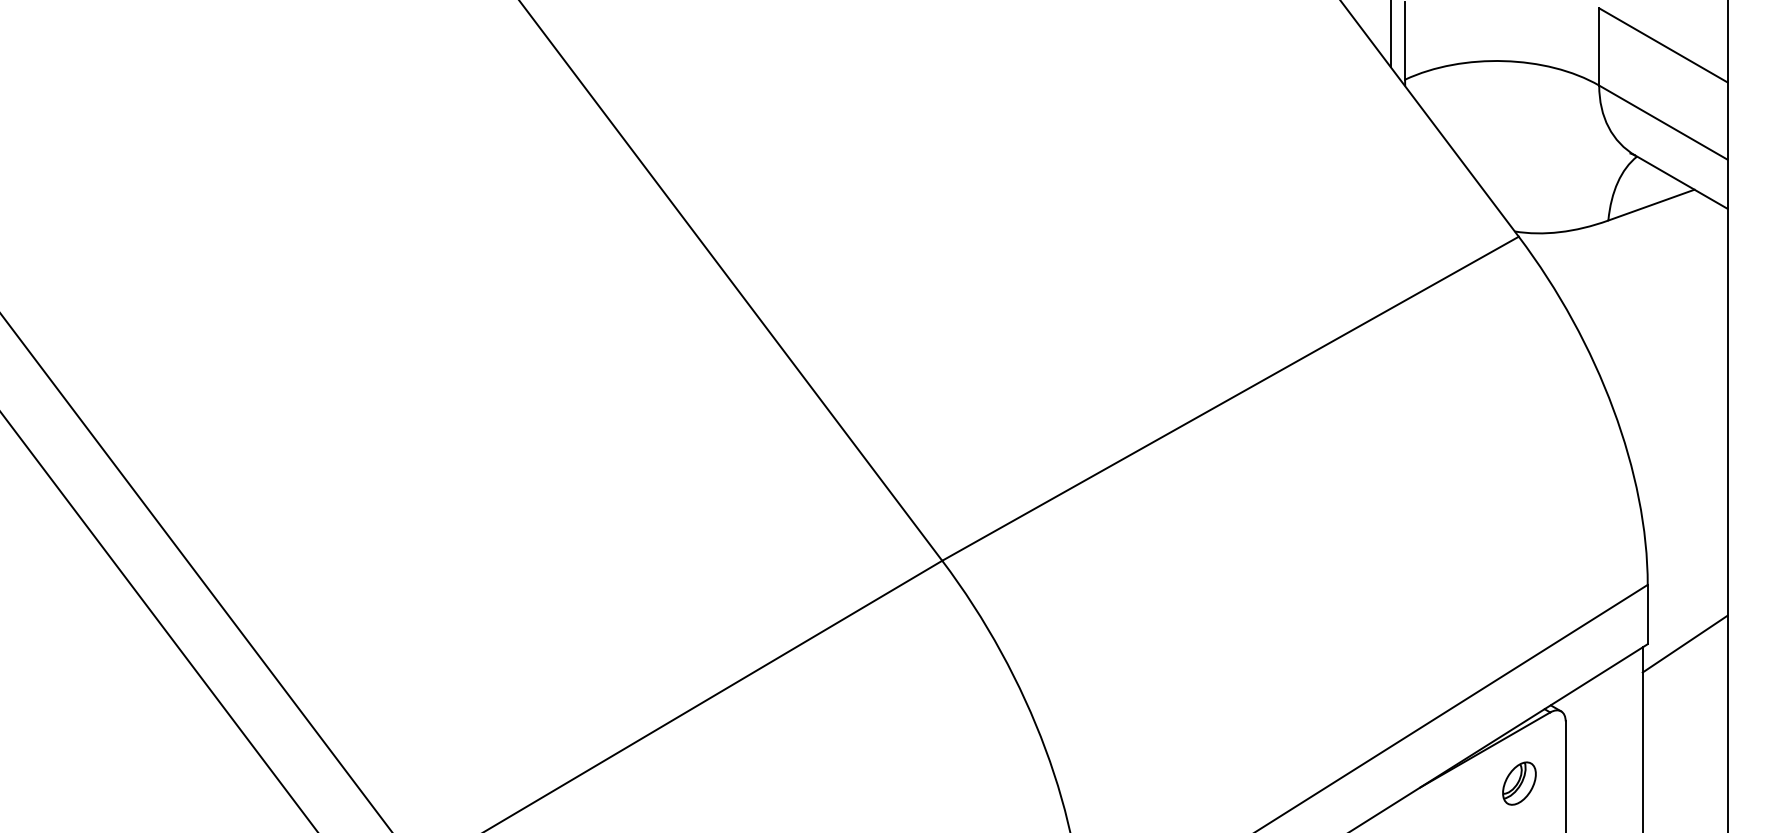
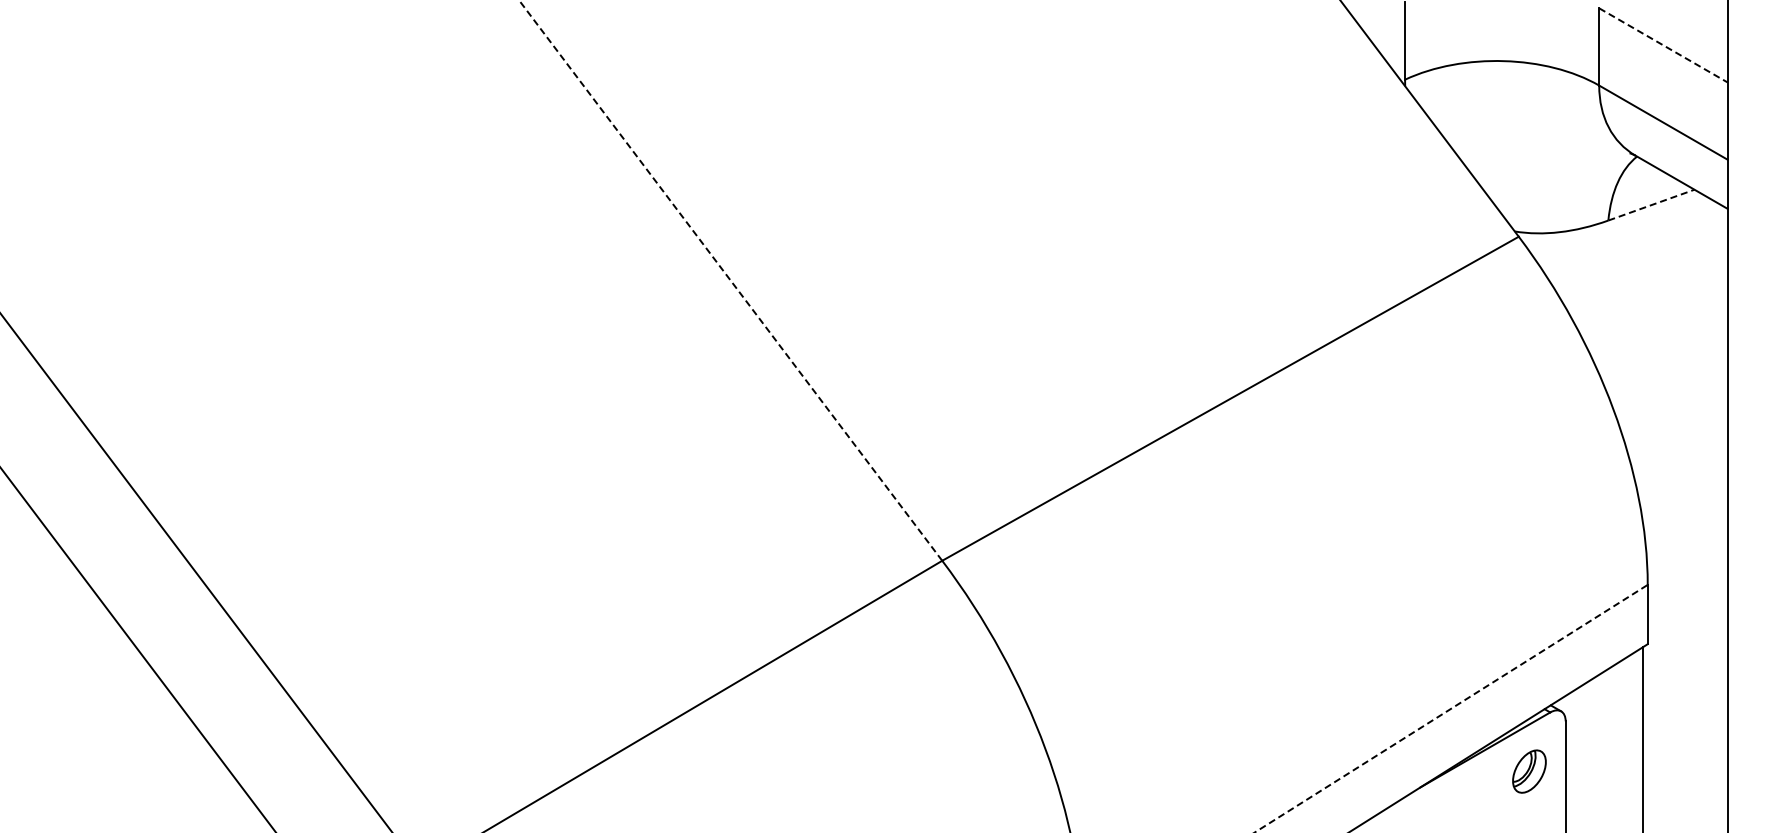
line at (1390, 34): present -> none
line at (1663, 45): solid -> dashed
line at (1651, 205): solid -> dashed
line at (730, 280): solid -> dashed
line at (158, 621) position: (158, 621) -> (137, 649)
line at (1684, 643): present -> none
line at (1451, 708): solid -> dashed
part at (1519, 783) position: (1519, 783) -> (1529, 771)
